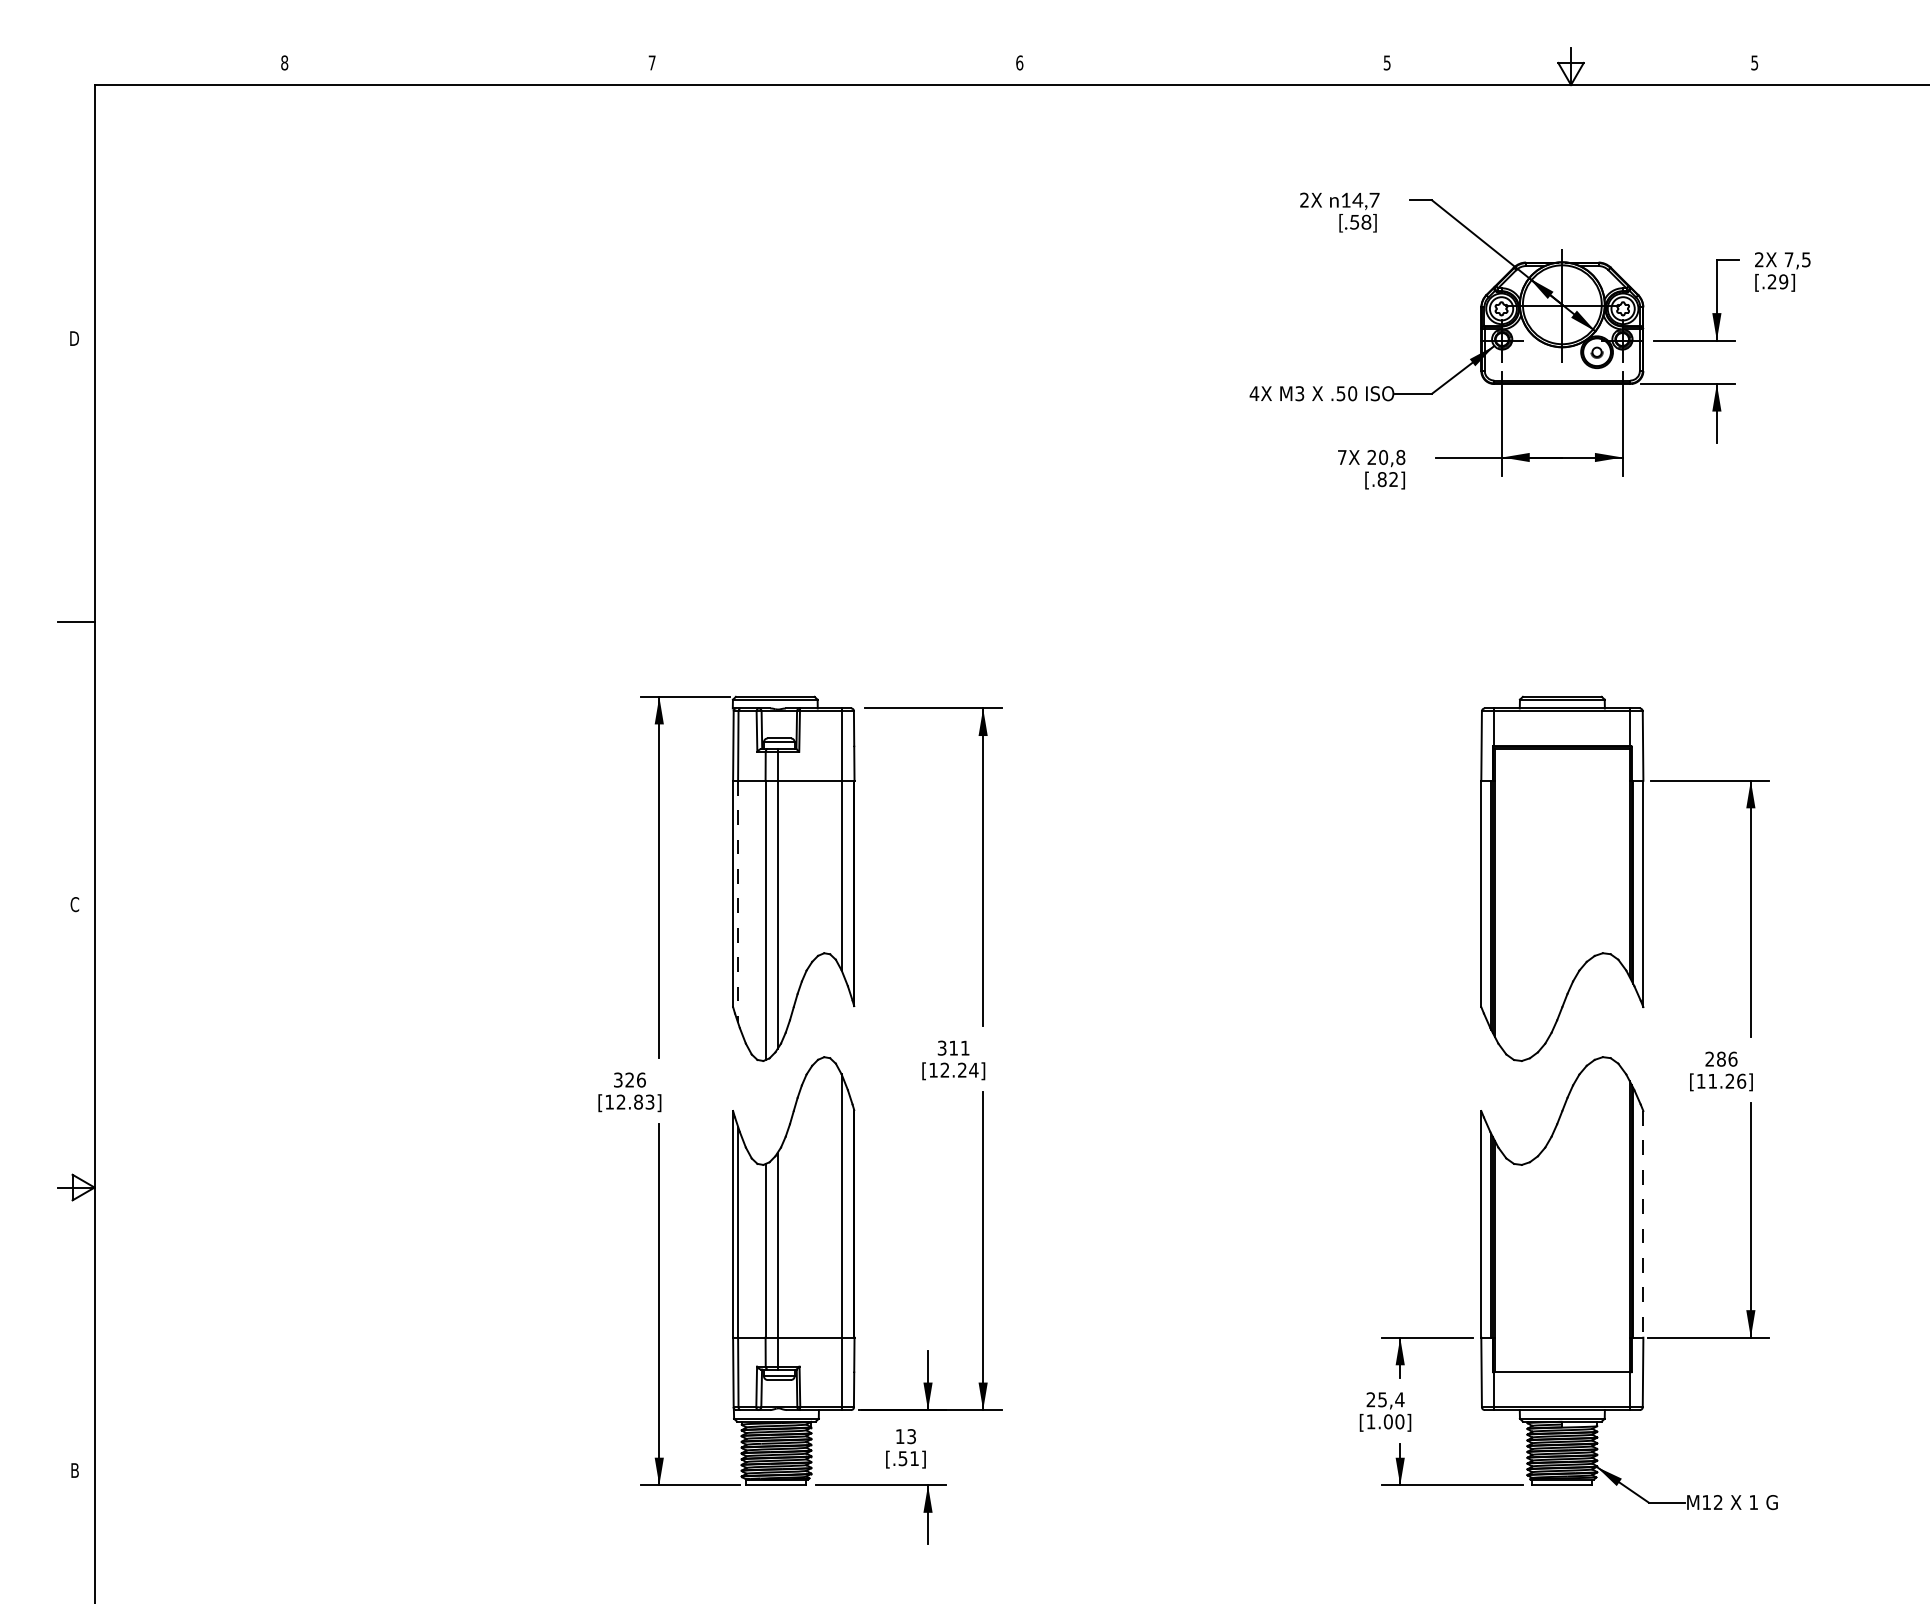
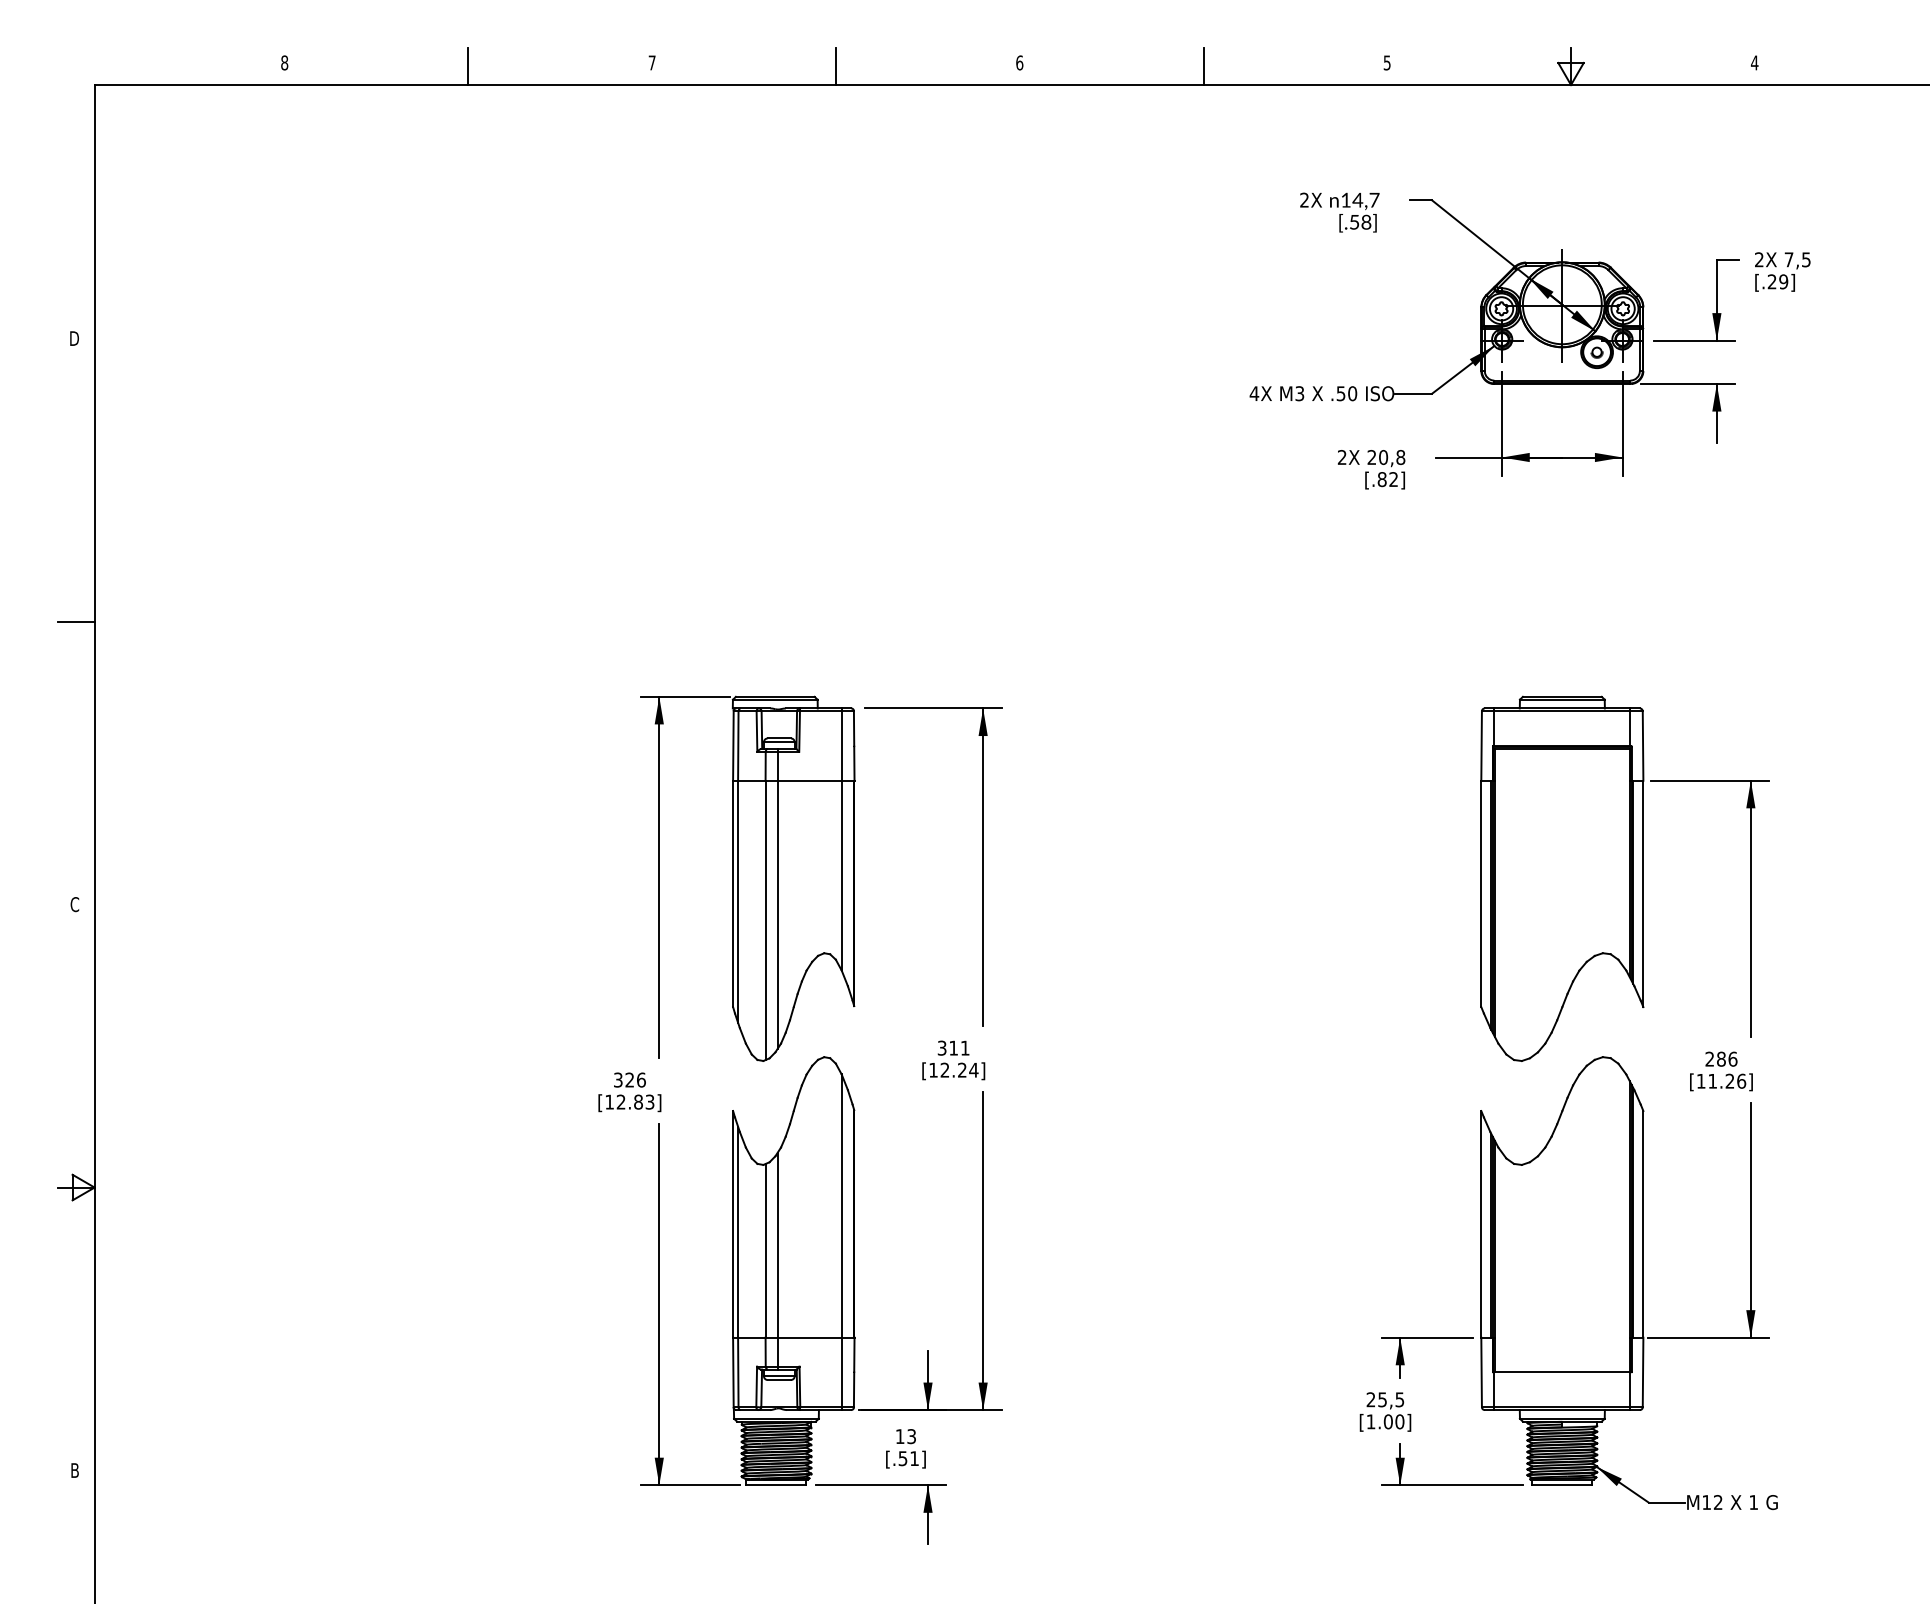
text at (1754, 62): 5 -> 4
line at (468, 66): none -> present
line at (836, 66): none -> present
line at (1203, 66): none -> present
text at (1341, 457): 7X -> 2X
line at (738, 902): dashed -> solid
line at (1643, 1224): dashed -> solid
text at (1399, 1399): 25,4 -> 25,5
